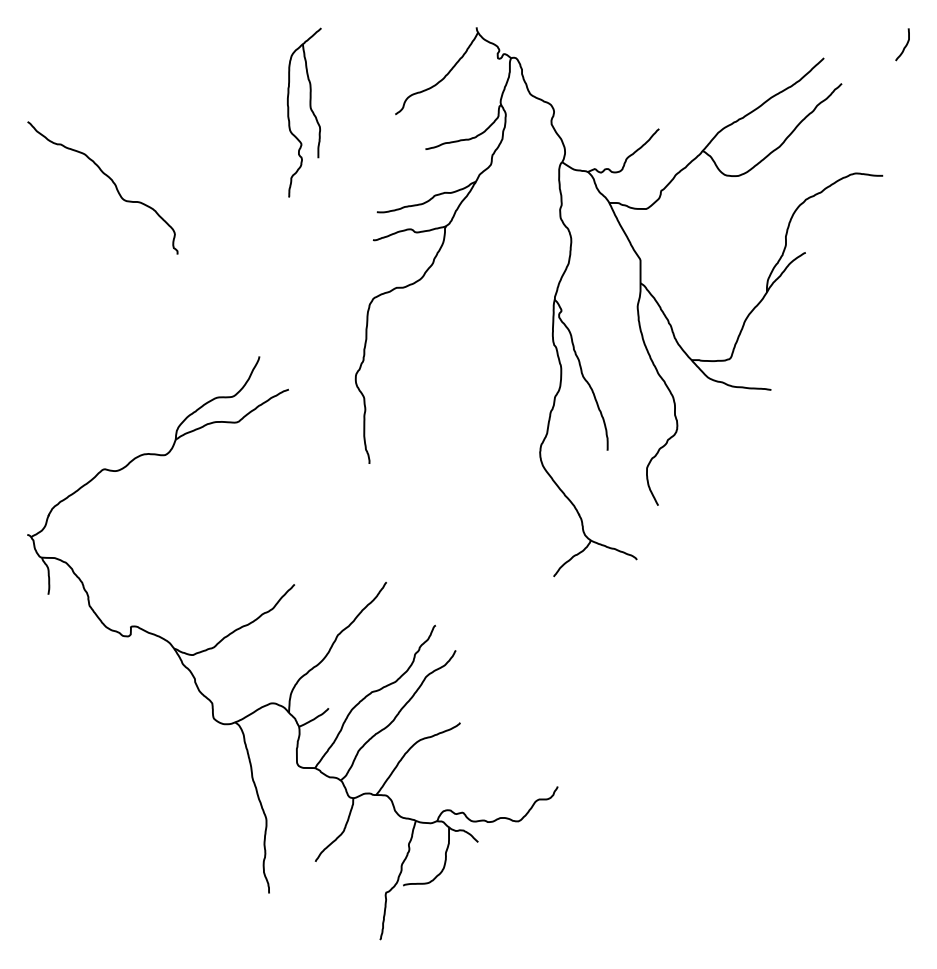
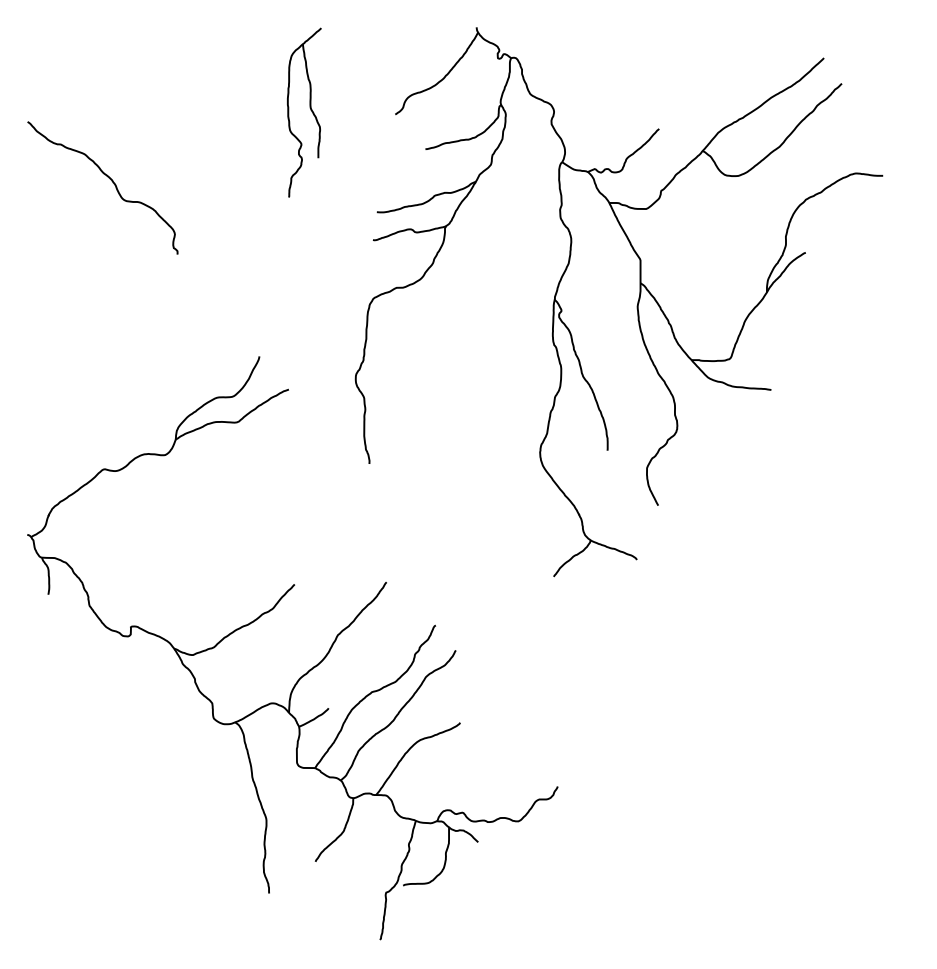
curve at (904, 46): present -> none
